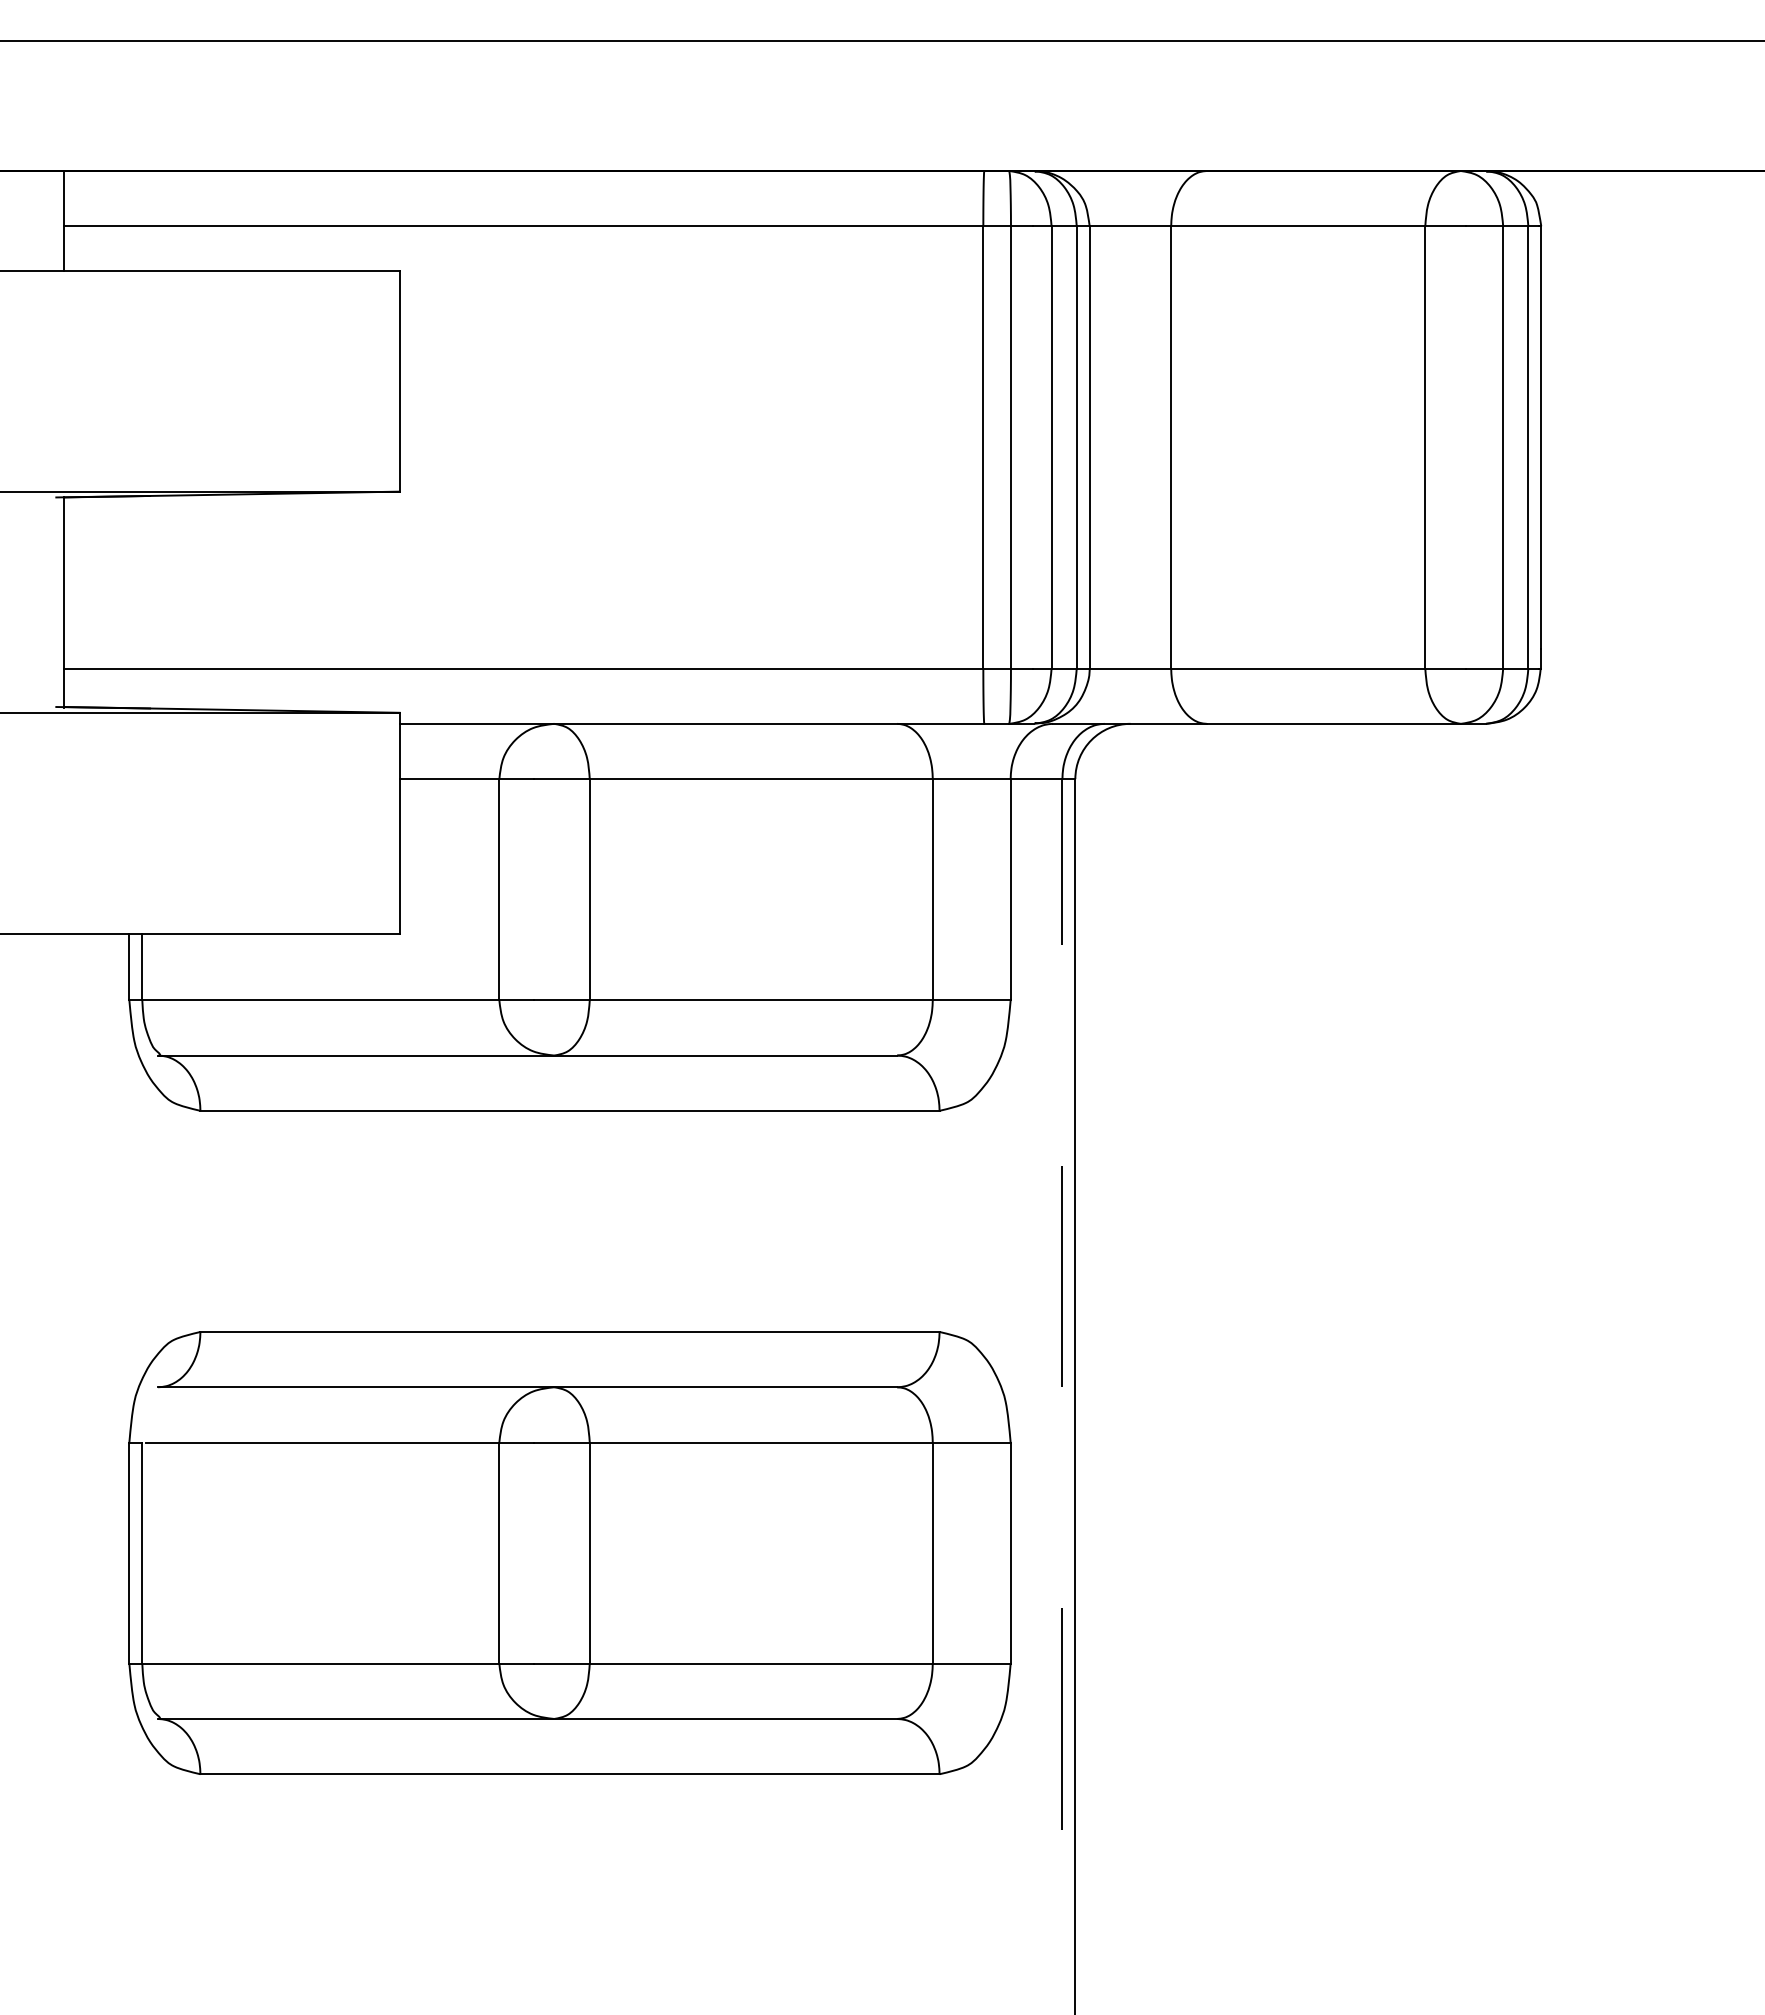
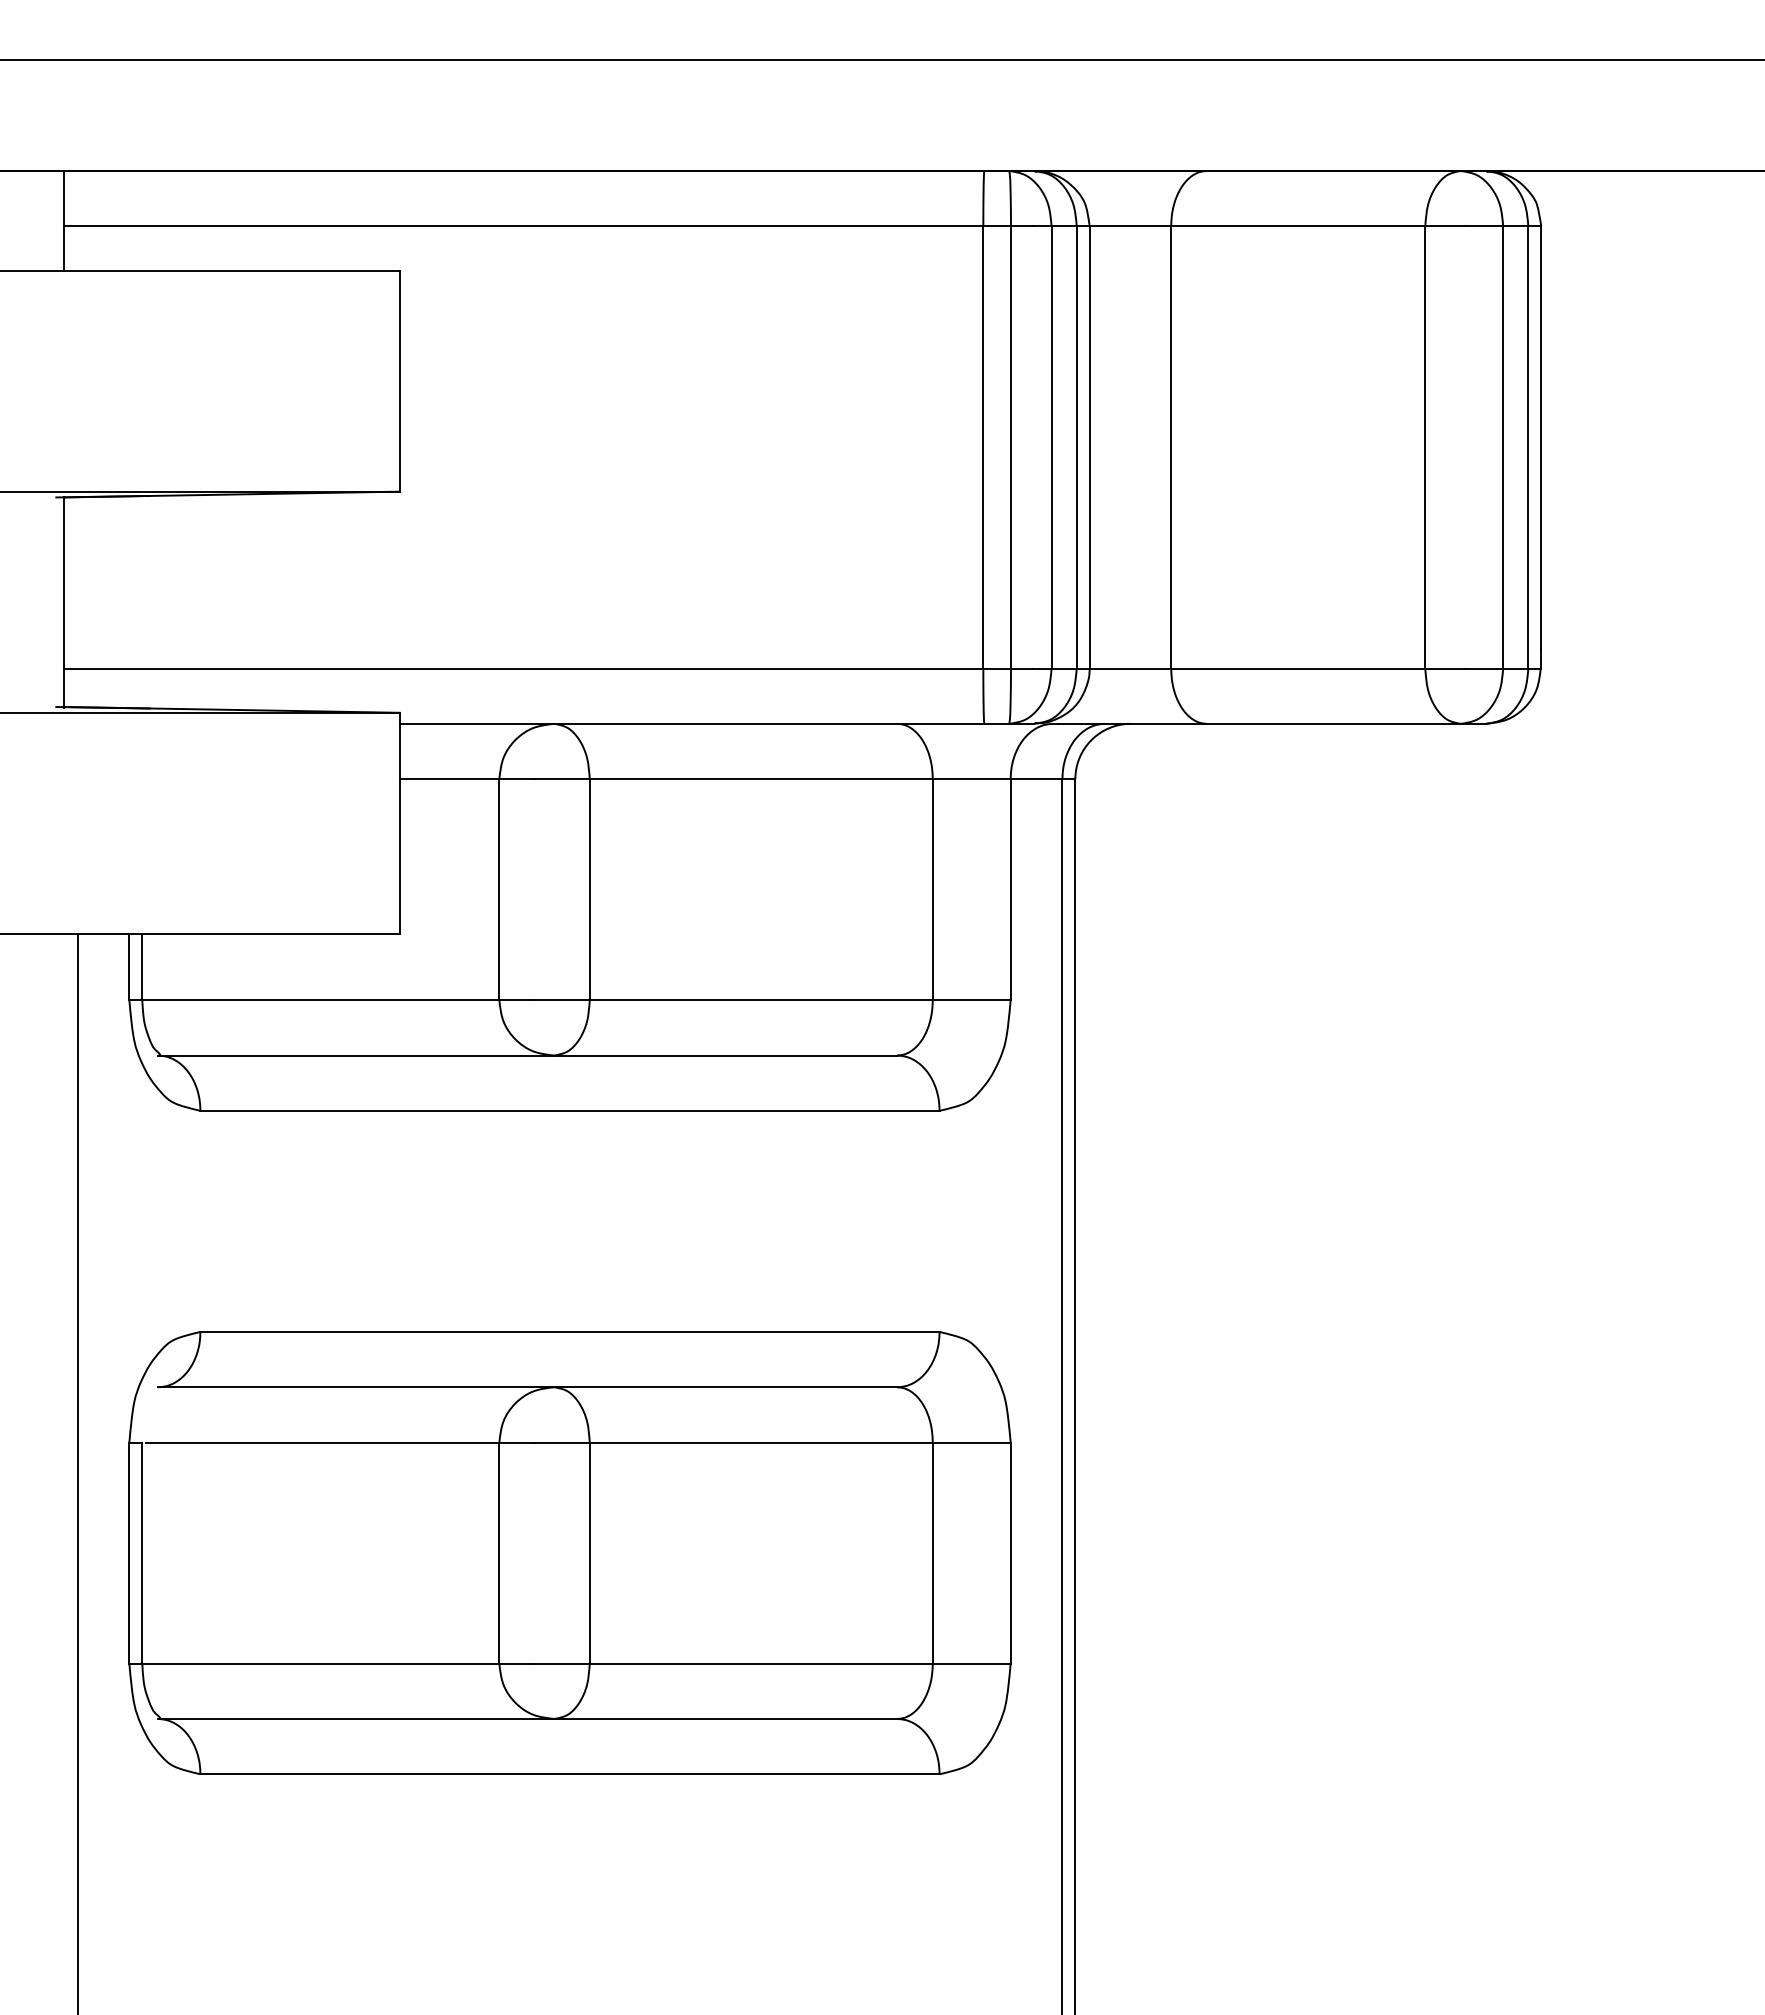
line at (881, 41) position: (881, 41) -> (881, 60)
line at (1062, 1396): dashed -> solid
line at (77, 1472): none -> present
